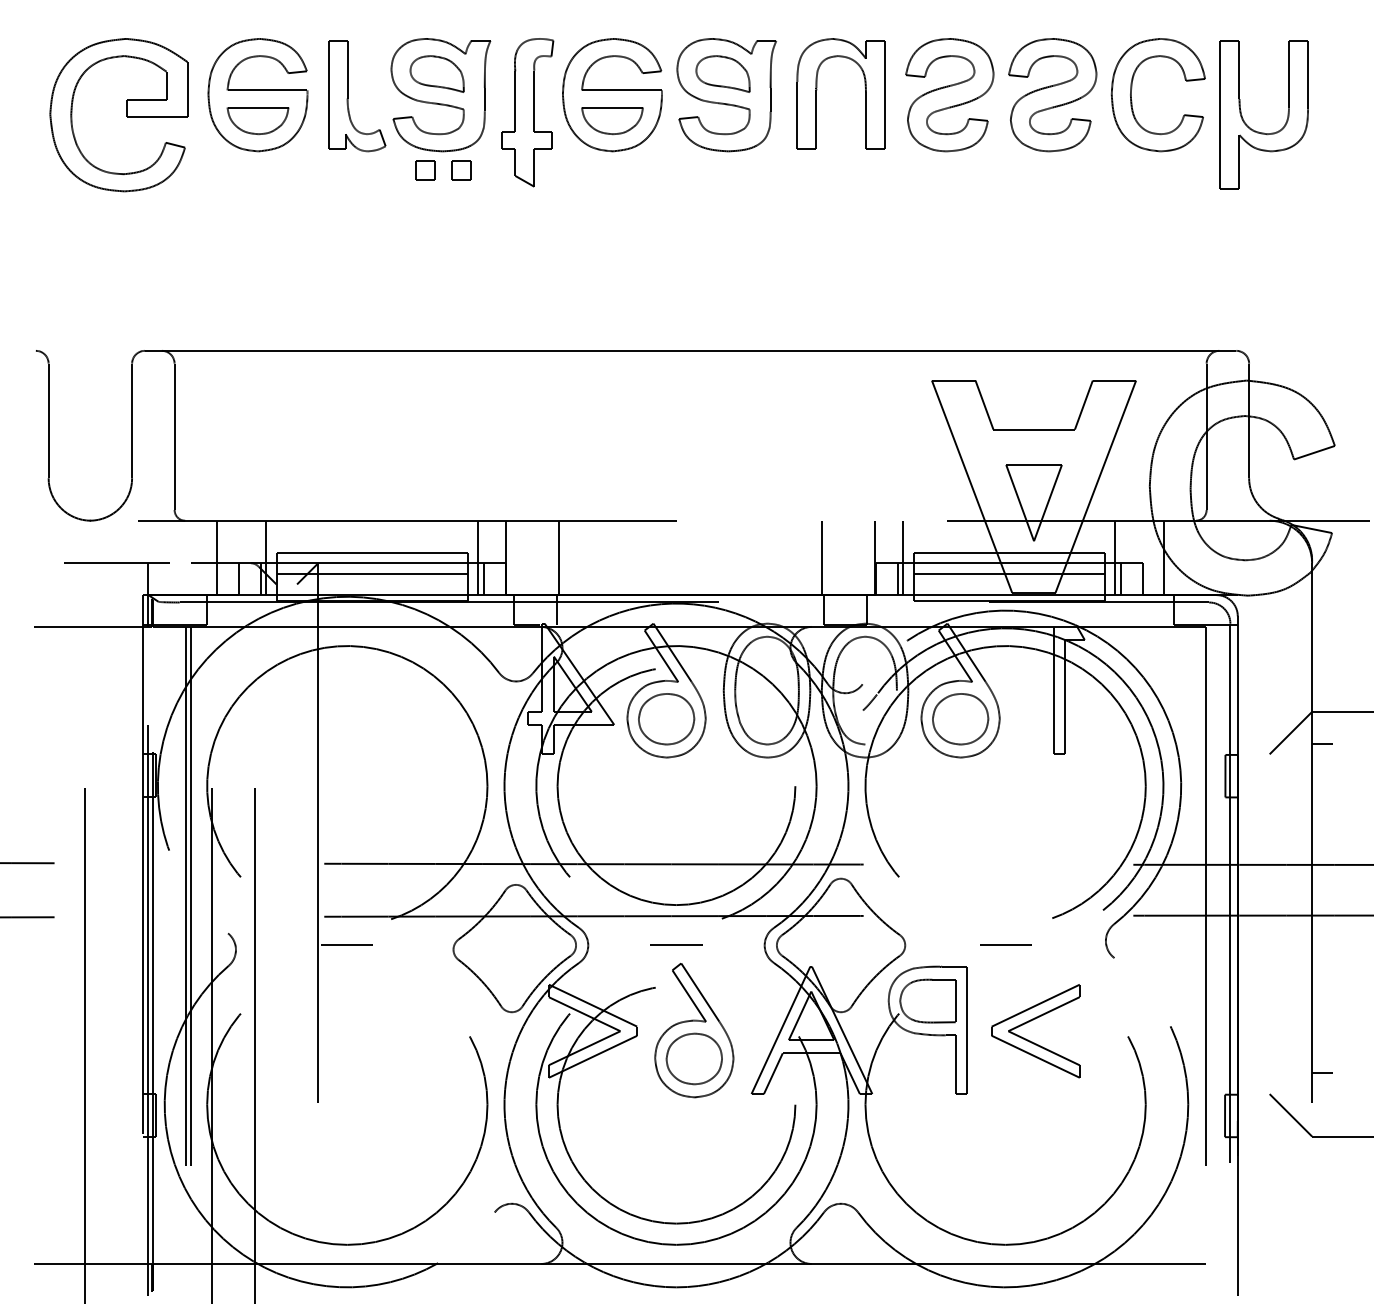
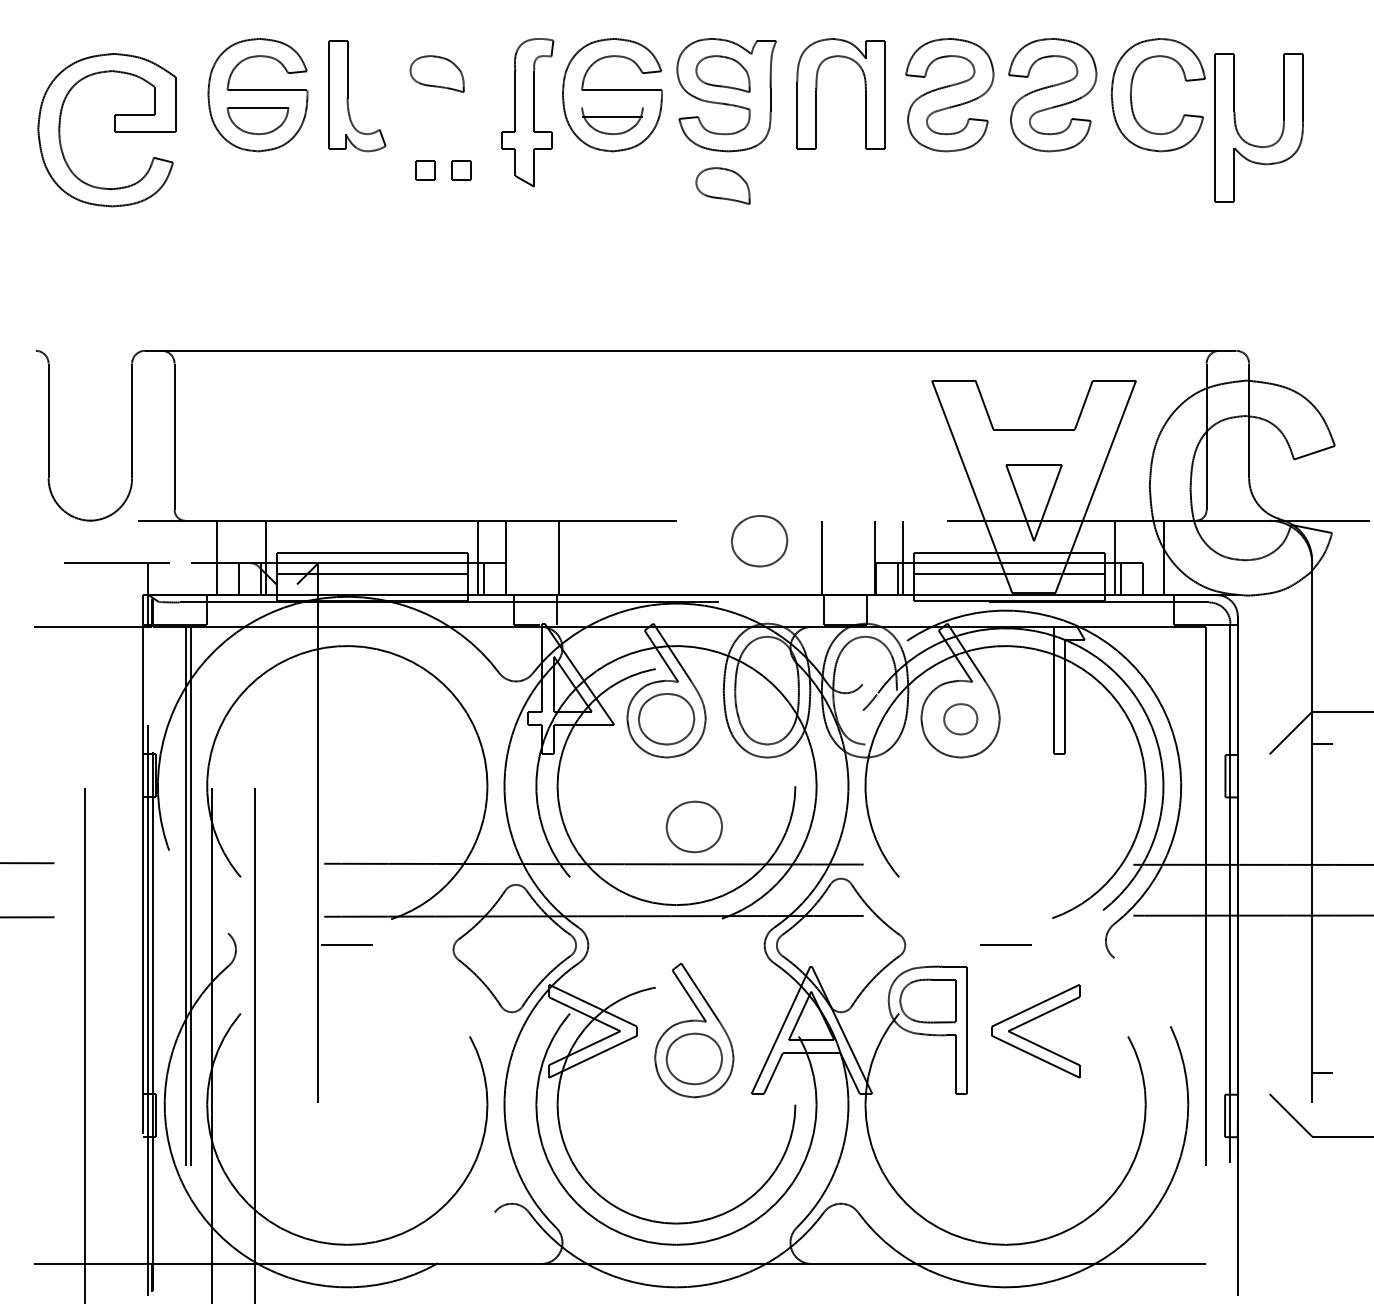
part at (440, 95): present -> none
line at (611, 107) position: (611, 107) -> (611, 116)
part at (126, 115) position: (126, 115) -> (114, 130)
part at (1258, 131) position: (1258, 131) -> (1253, 144)
part at (722, 185): none -> present
part at (759, 541): none -> present
part at (960, 719) size: 58x53 px -> 36x33 px
part at (693, 826): none -> present
line at (676, 944): present -> none
